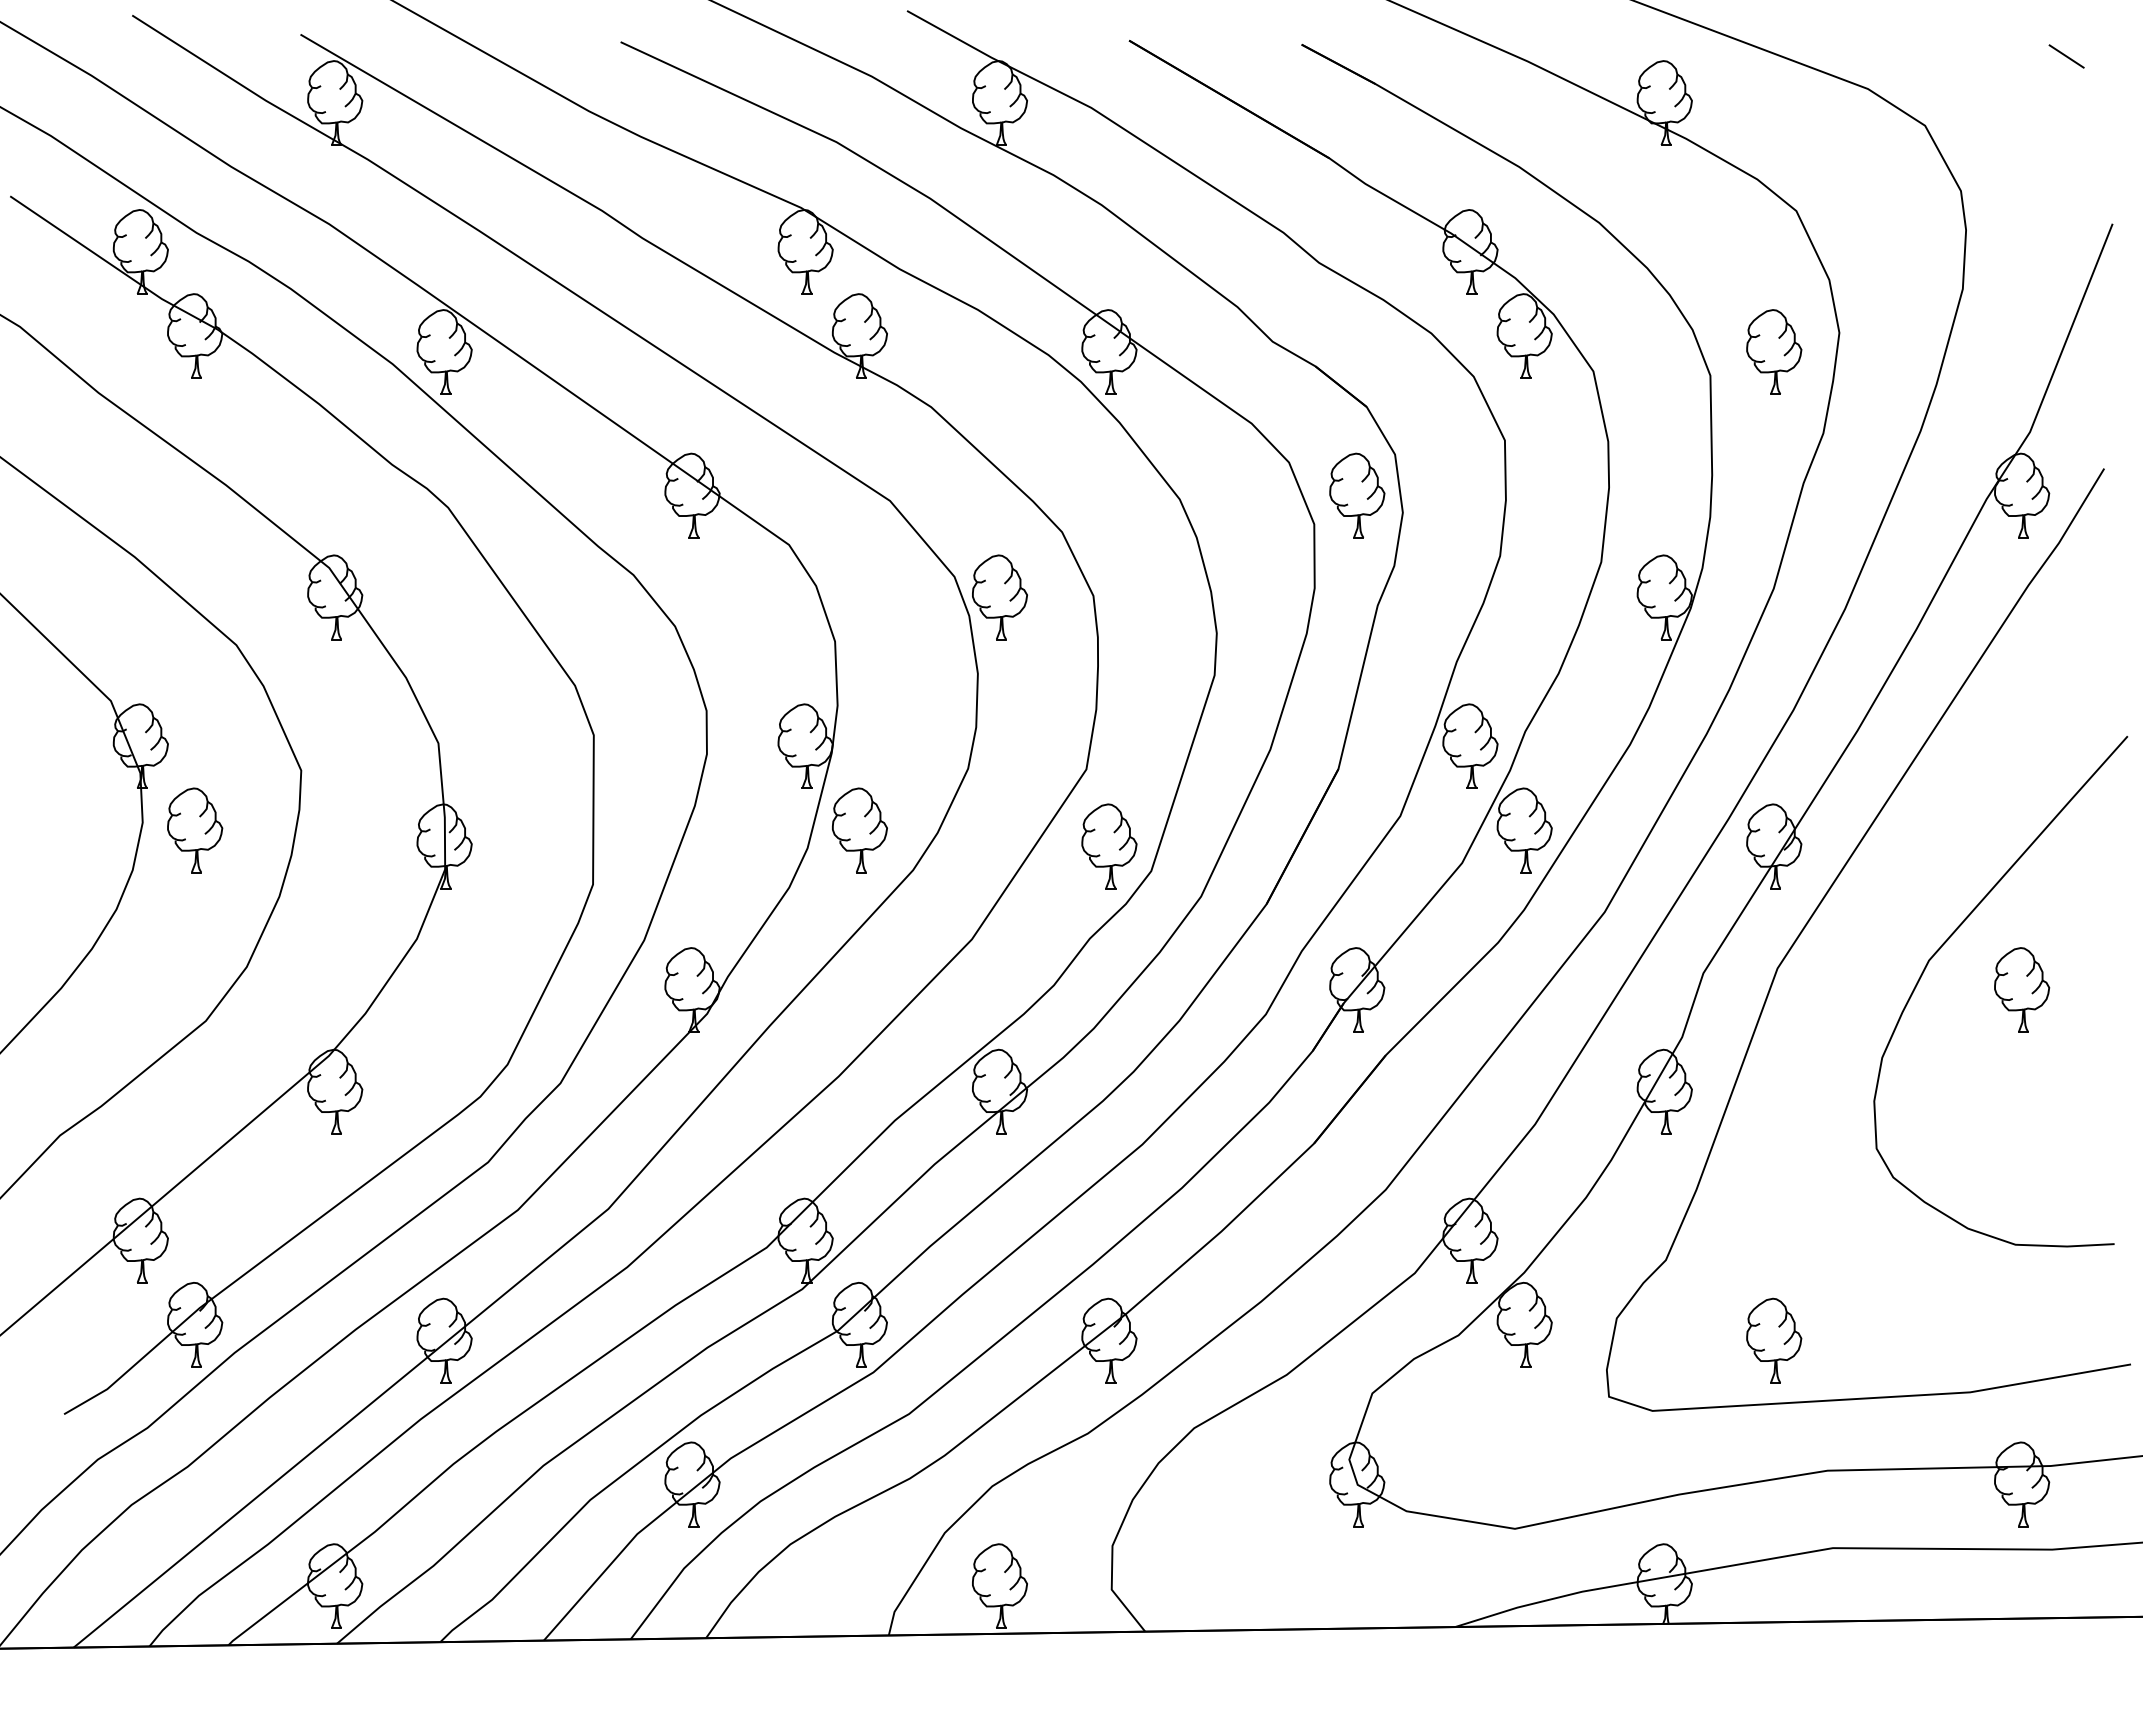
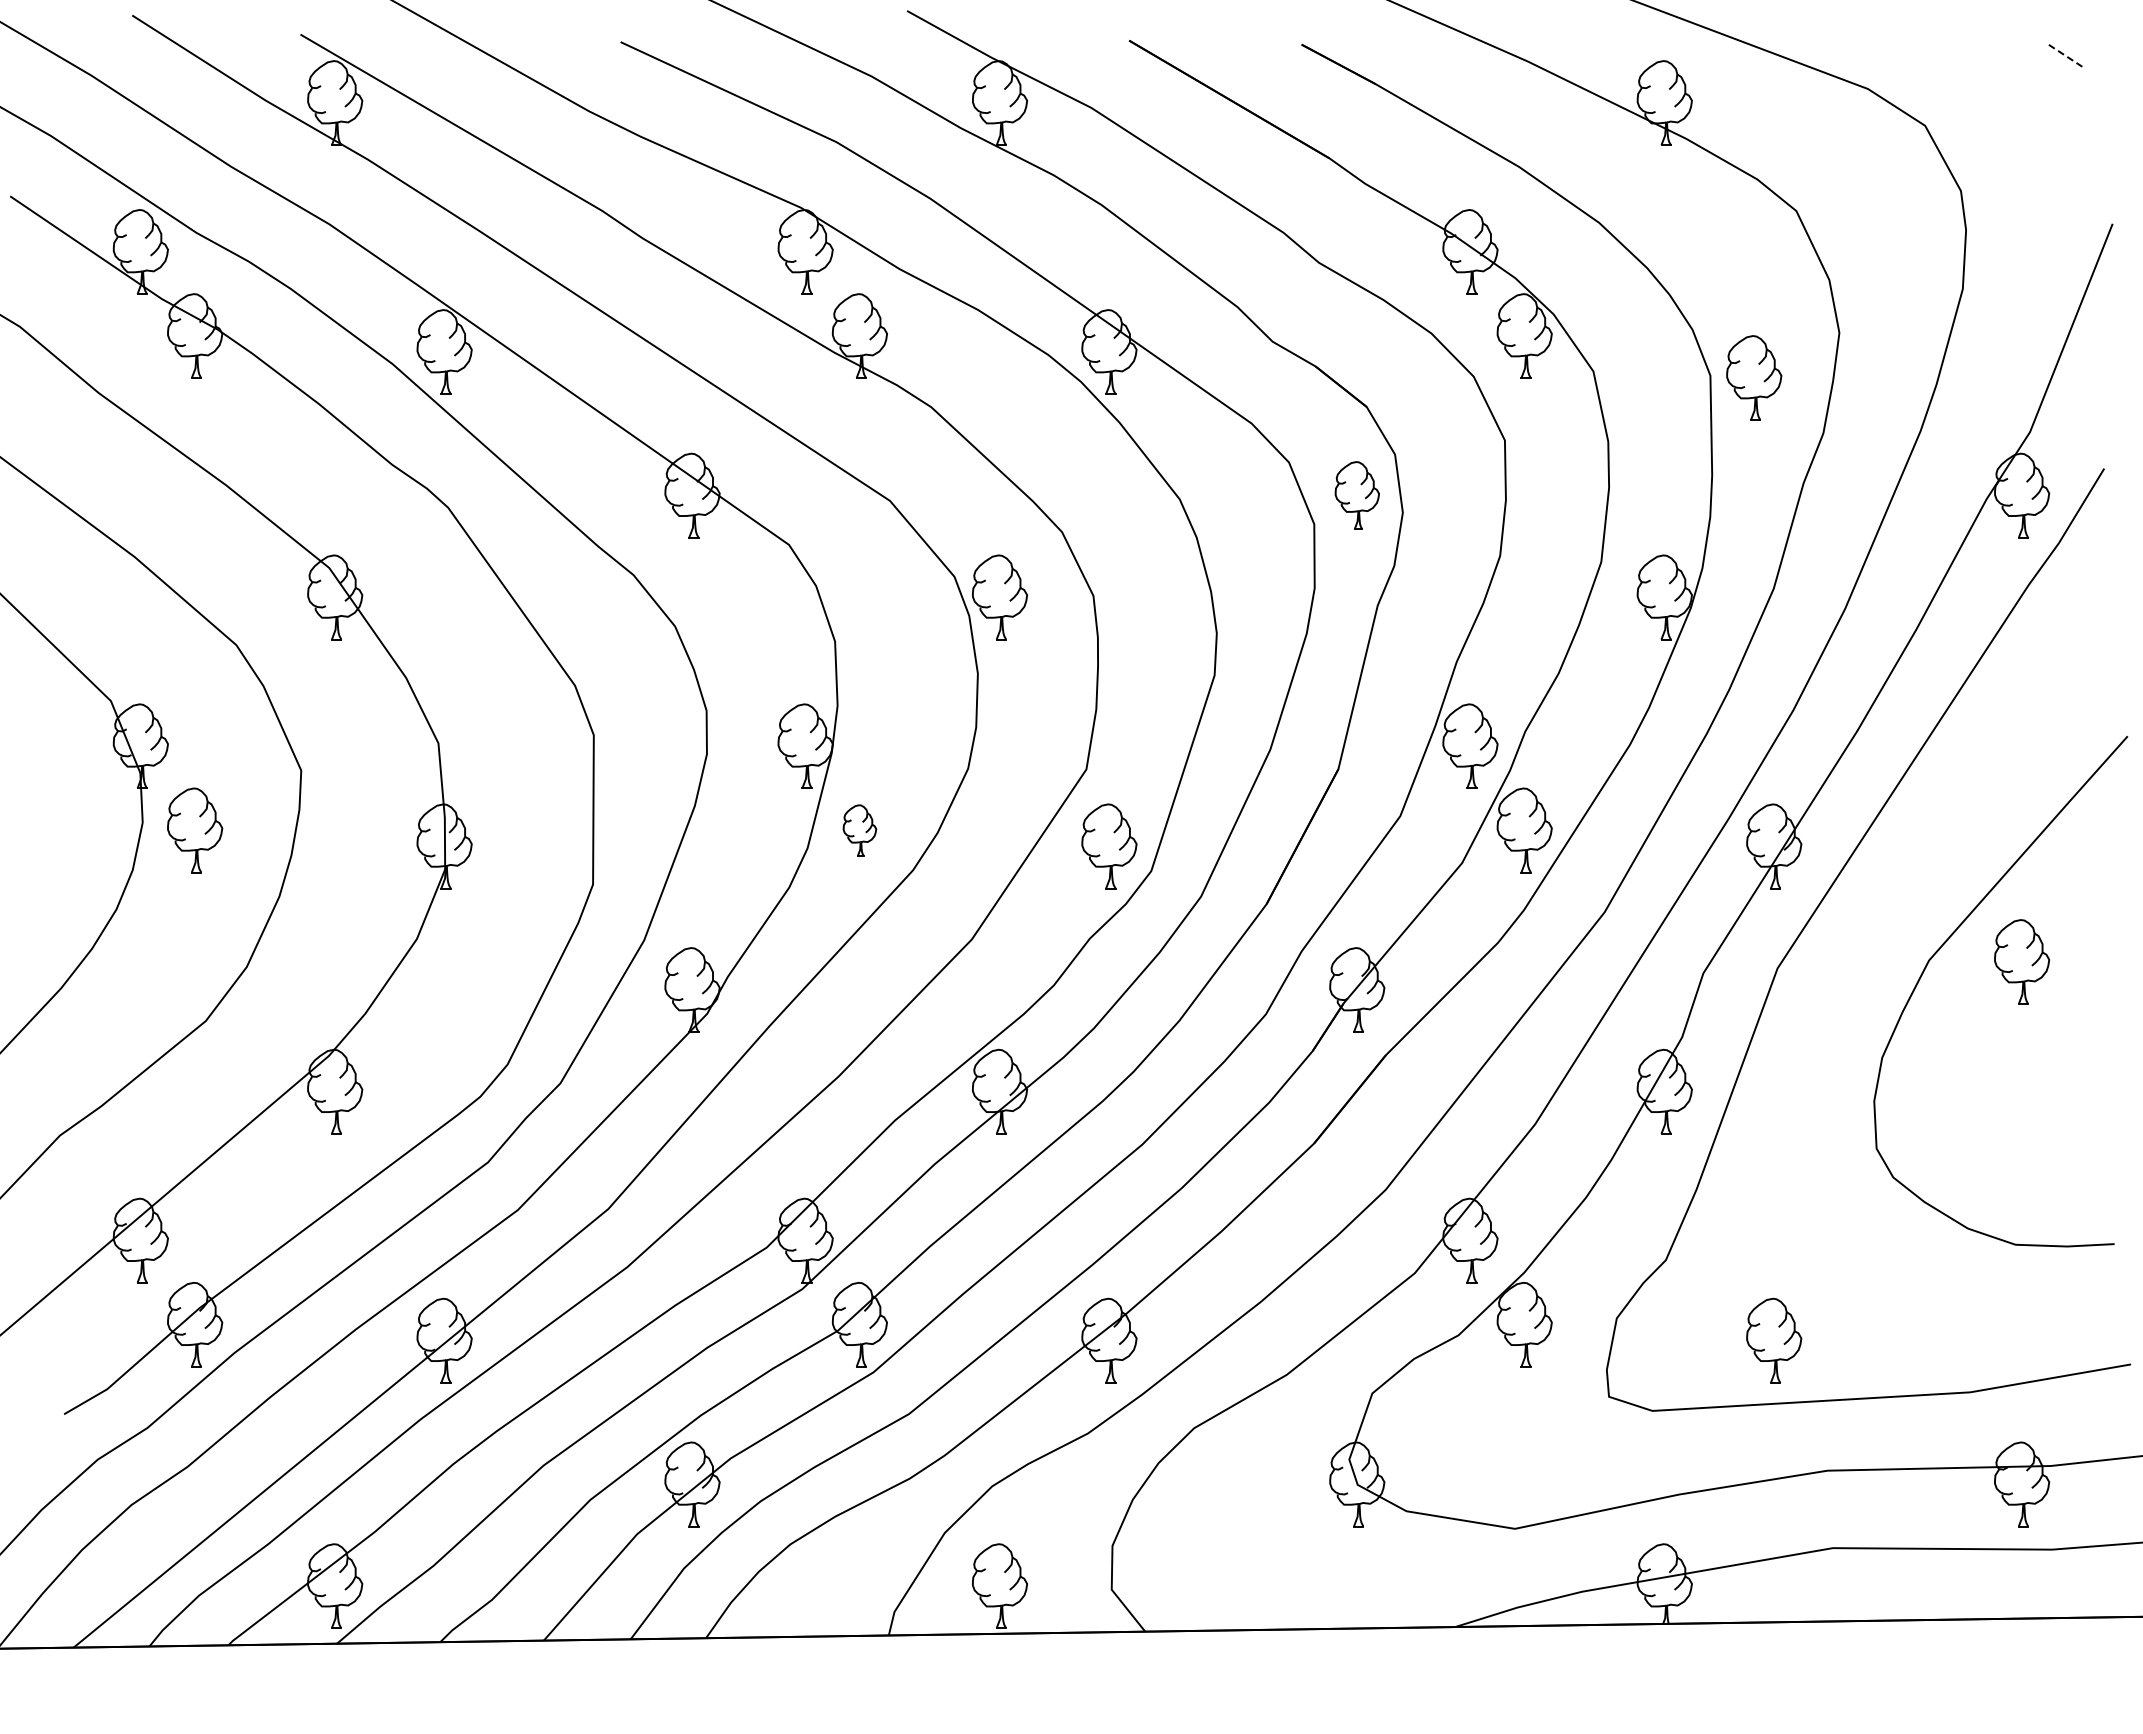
line at (2067, 56): solid -> dashed
part at (1774, 351) position: (1774, 351) -> (1754, 377)
part at (1357, 495) size: 57x87 px -> 46x69 px
part at (859, 830) size: 56x87 px -> 36x53 px
part at (2022, 989) position: (2022, 989) -> (2022, 961)
